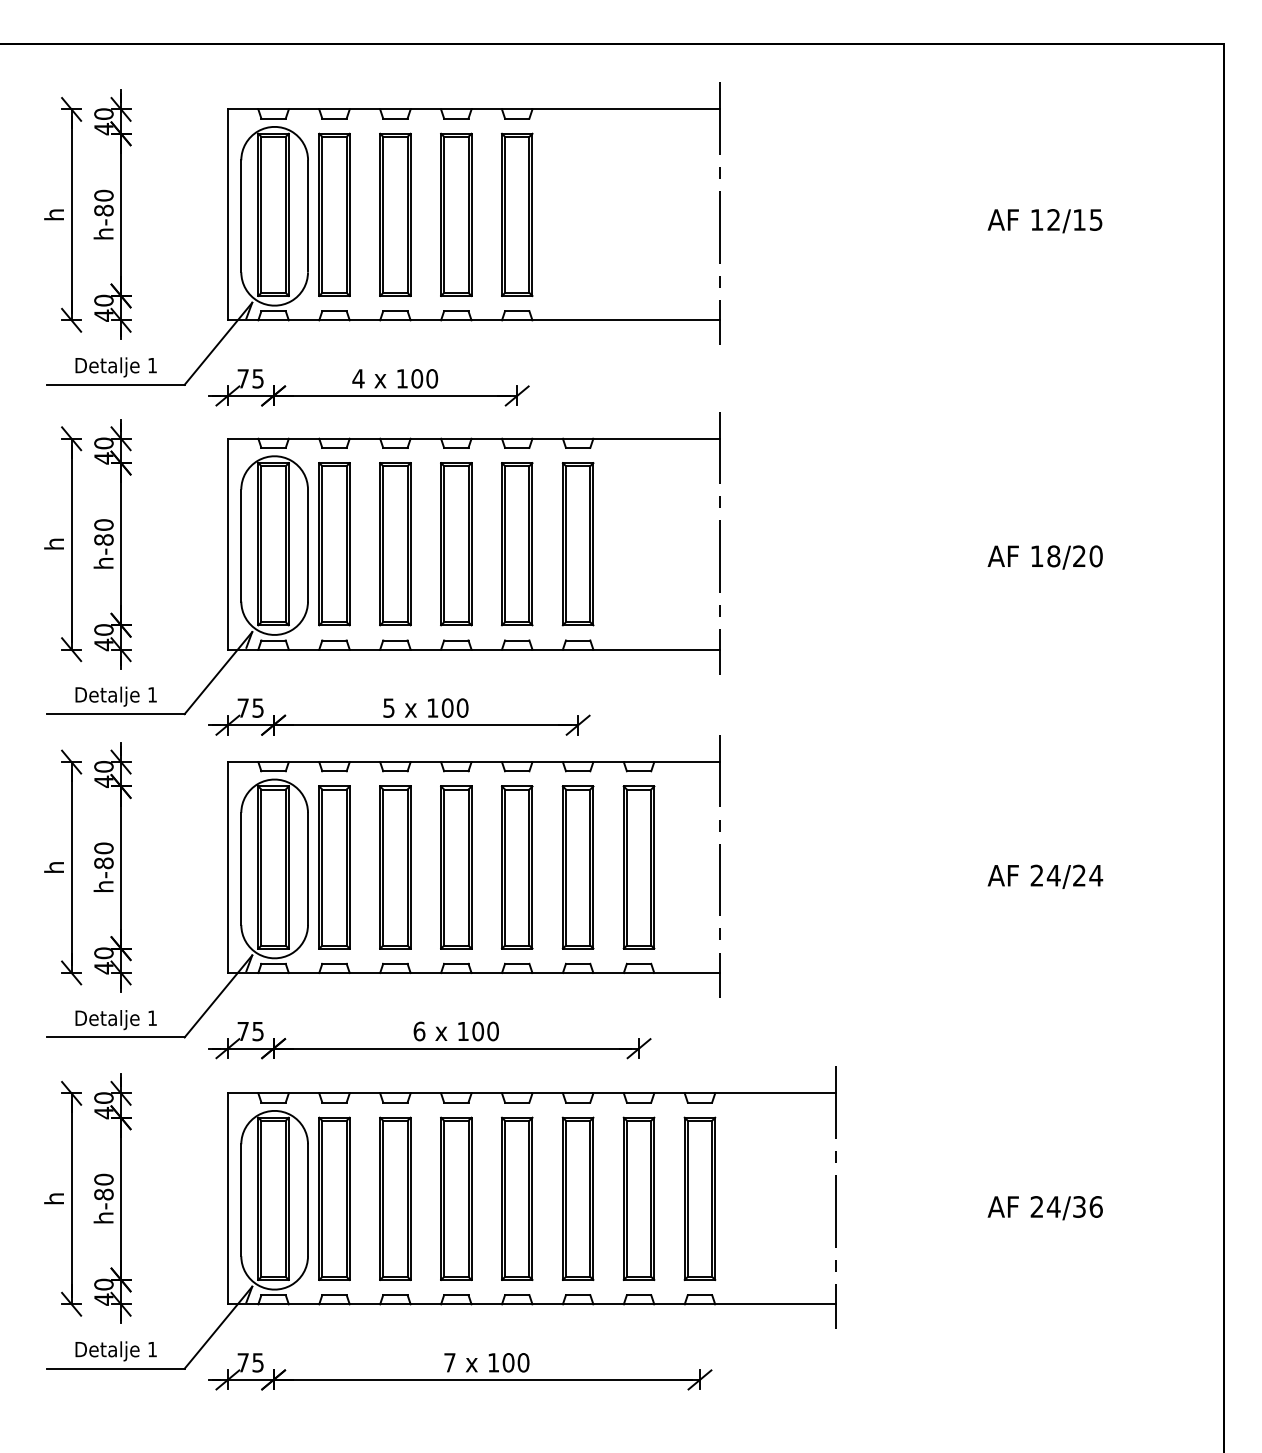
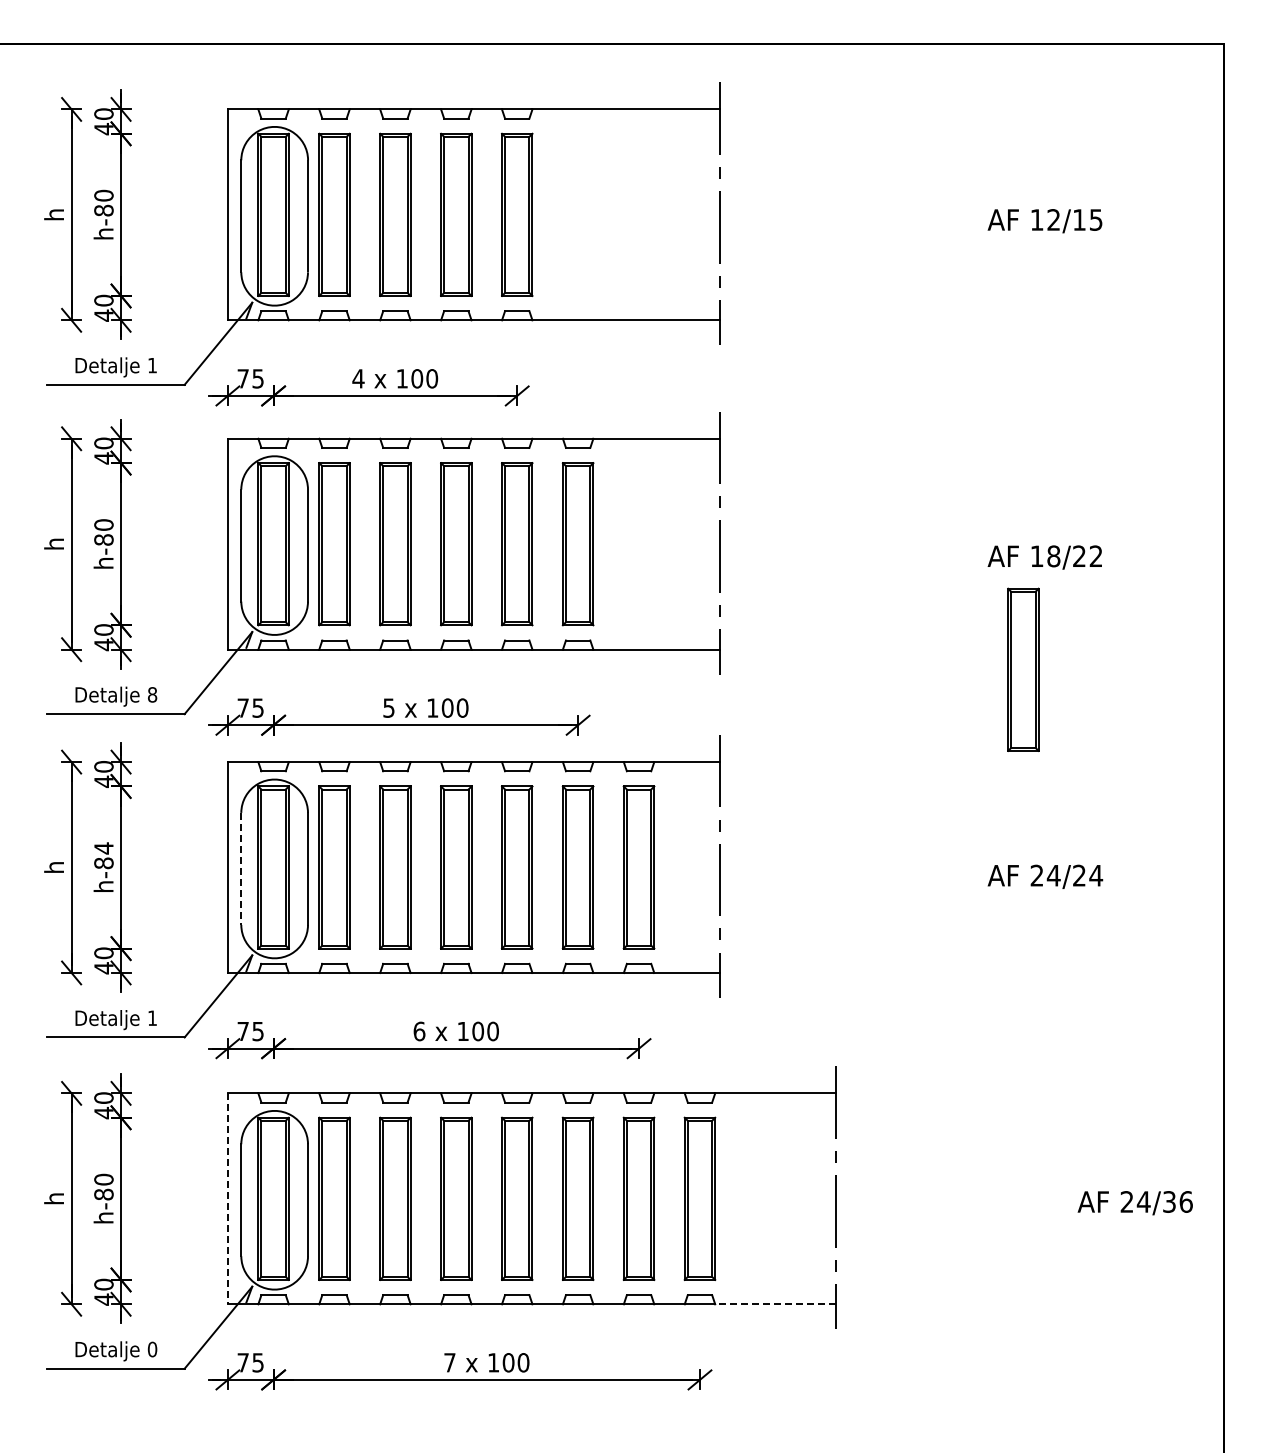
text at (1095, 556): 18/20 -> 18/22
part at (1023, 669): none -> present
text at (152, 694): 1 -> 8
text at (103, 848): h-80 -> h-84
line at (241, 869): solid -> dashed
line at (227, 1199): solid -> dashed
text at (1044, 1208) position: (1044, 1208) -> (1134, 1203)
line at (774, 1304): solid -> dashed
text at (152, 1349): 1 -> 0
